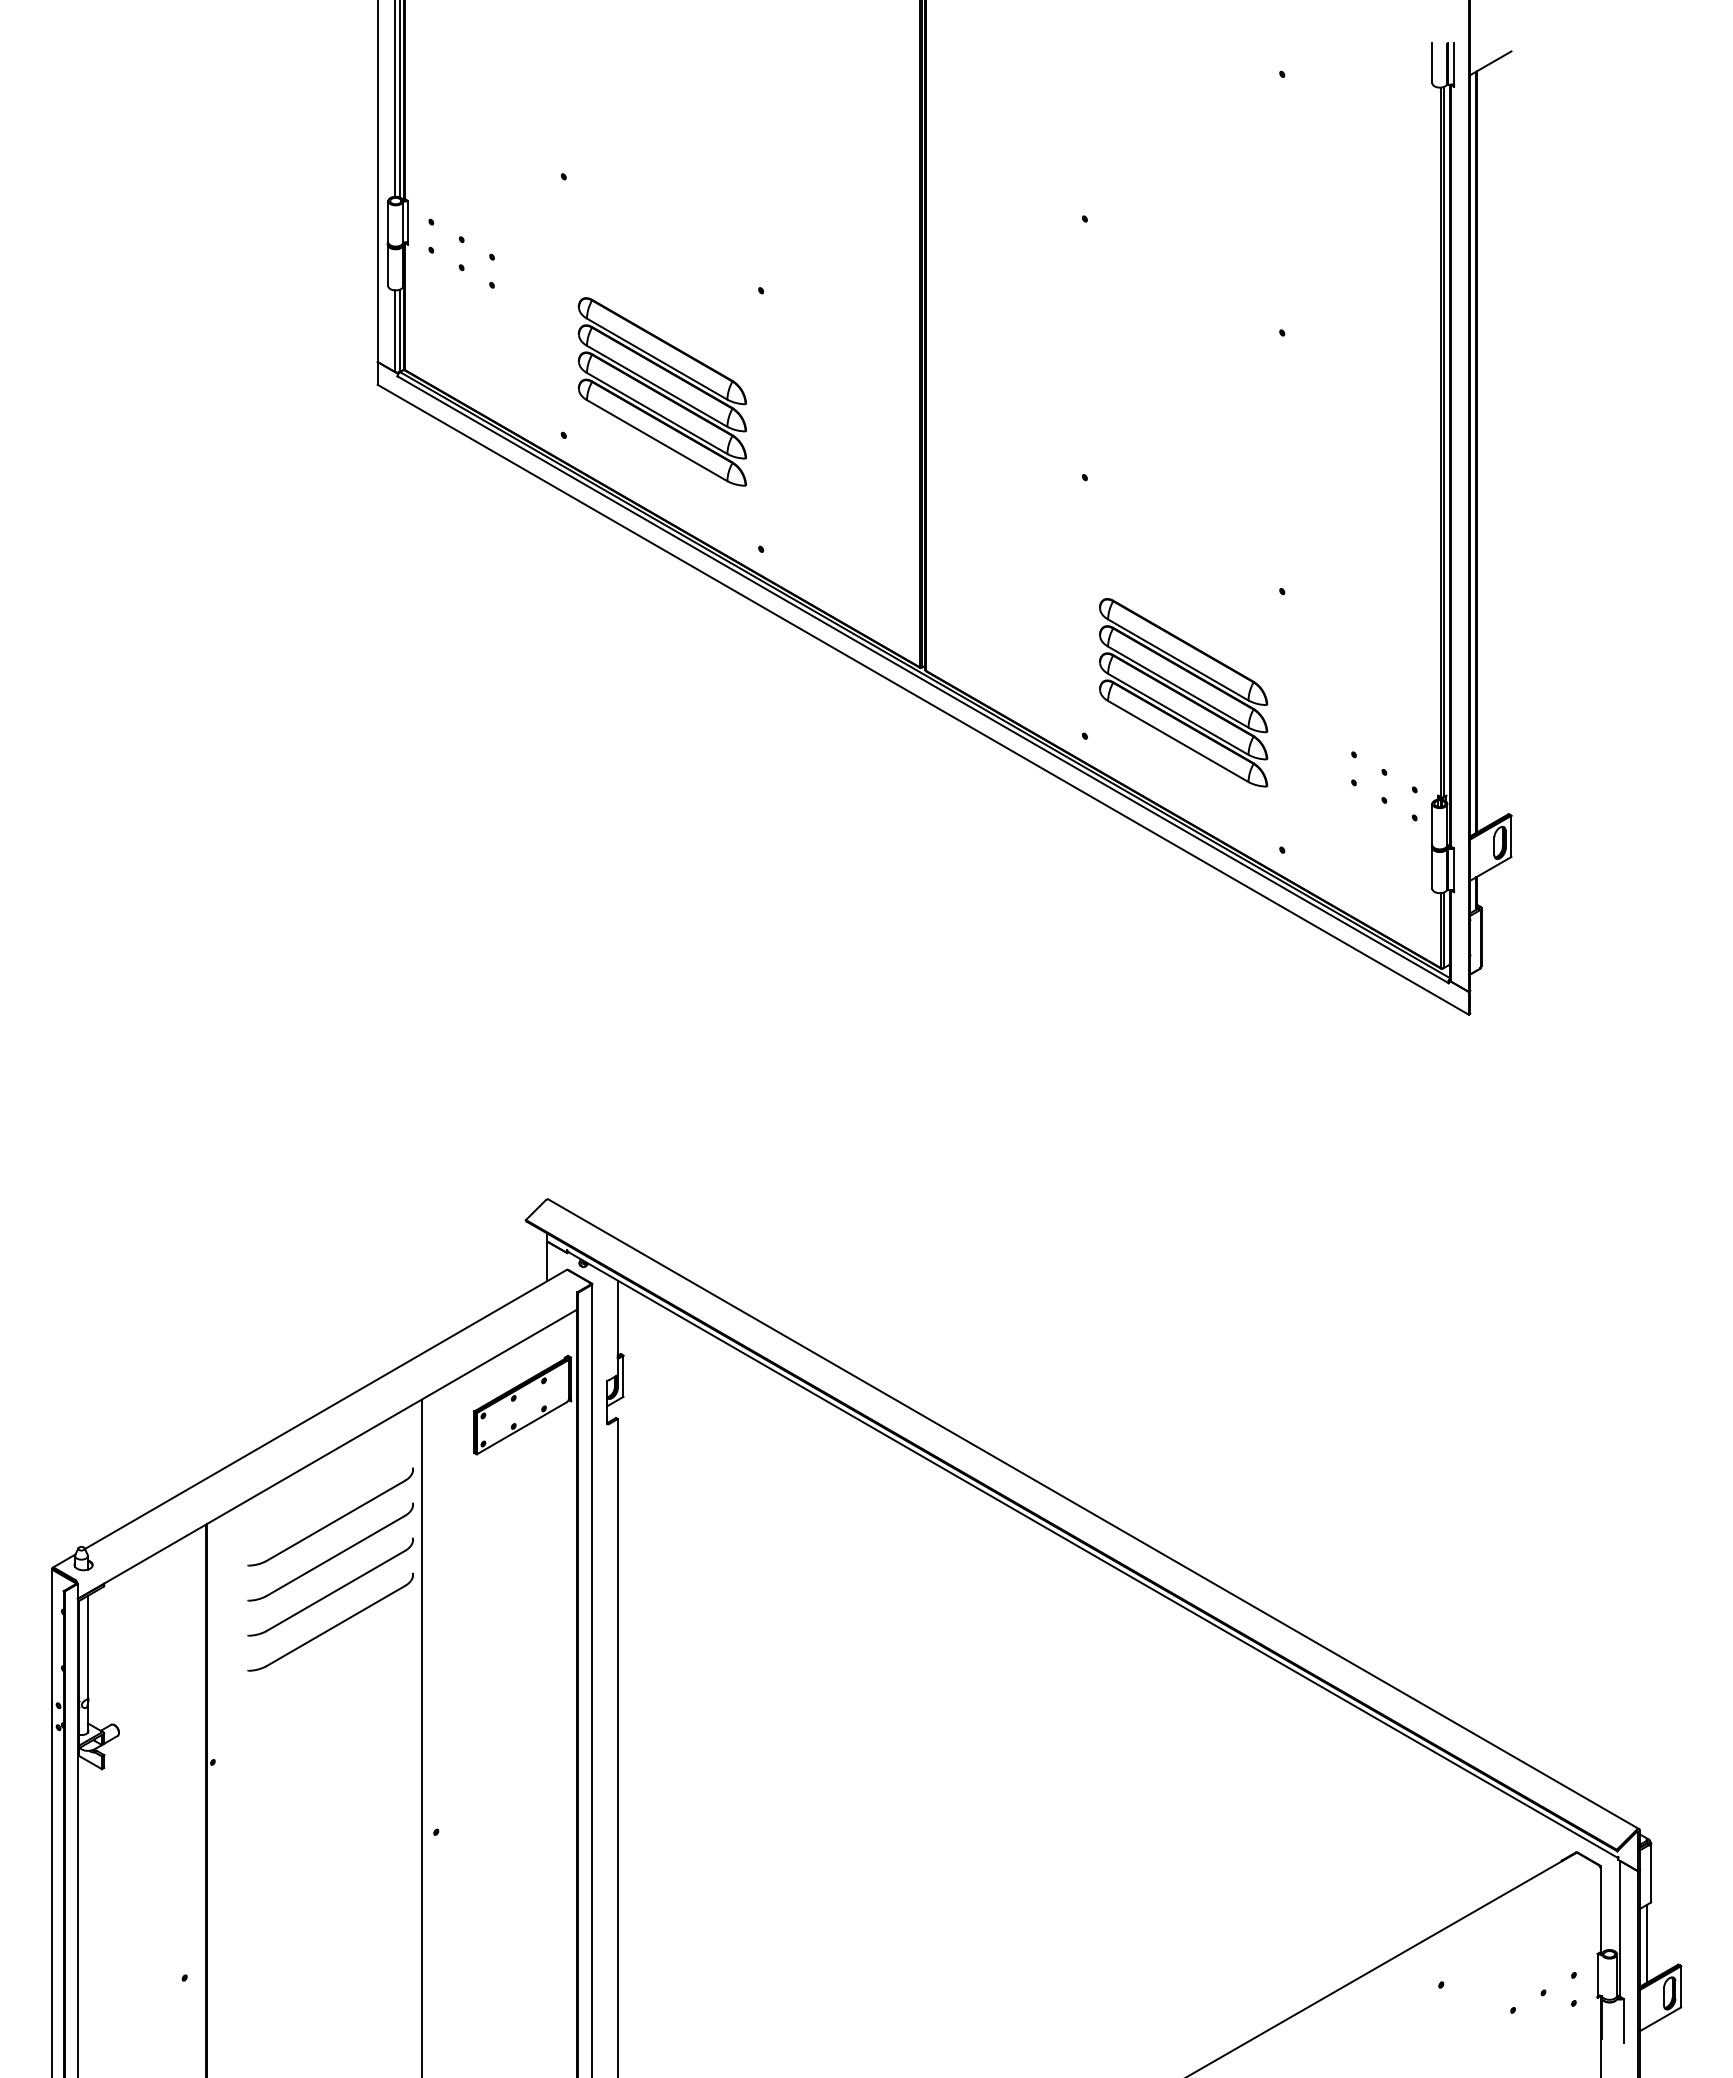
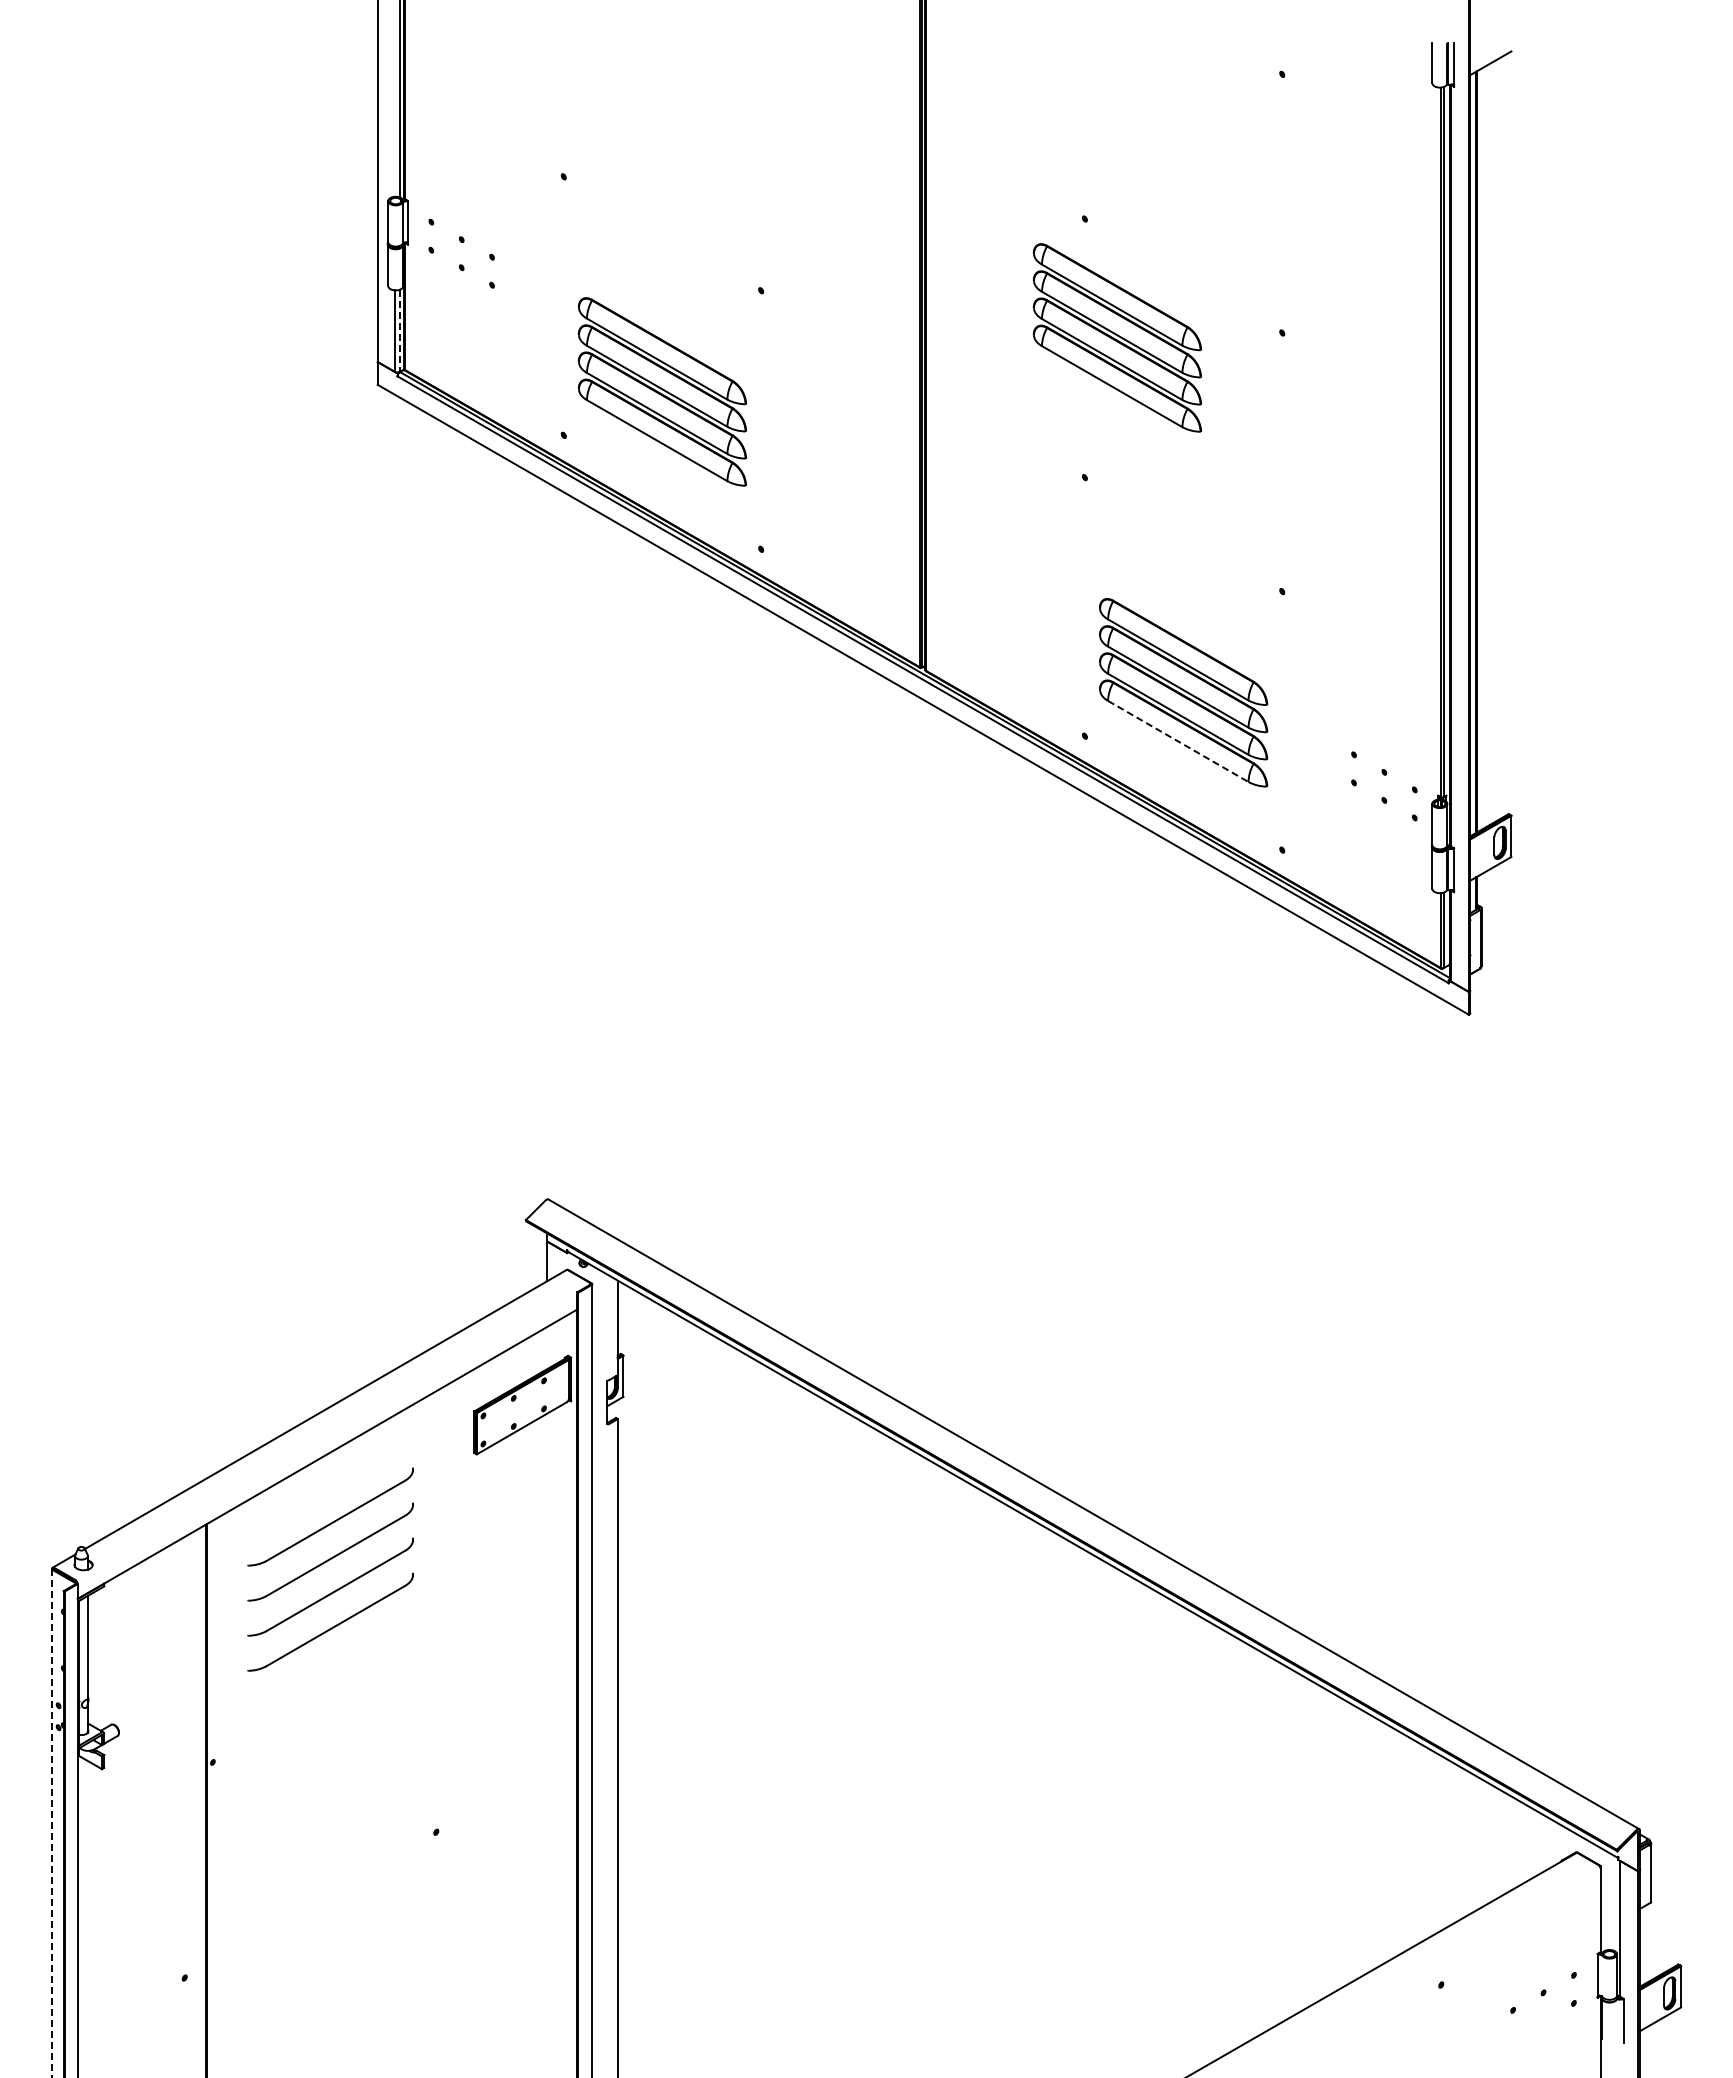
line at (394, 99): present -> none
line at (399, 331): solid -> dashed
part at (1116, 337): none -> present
line at (1178, 741): solid -> dashed
line at (421, 1736): present -> none
line at (51, 1823): solid -> dashed
line at (1646, 1943): present -> none
